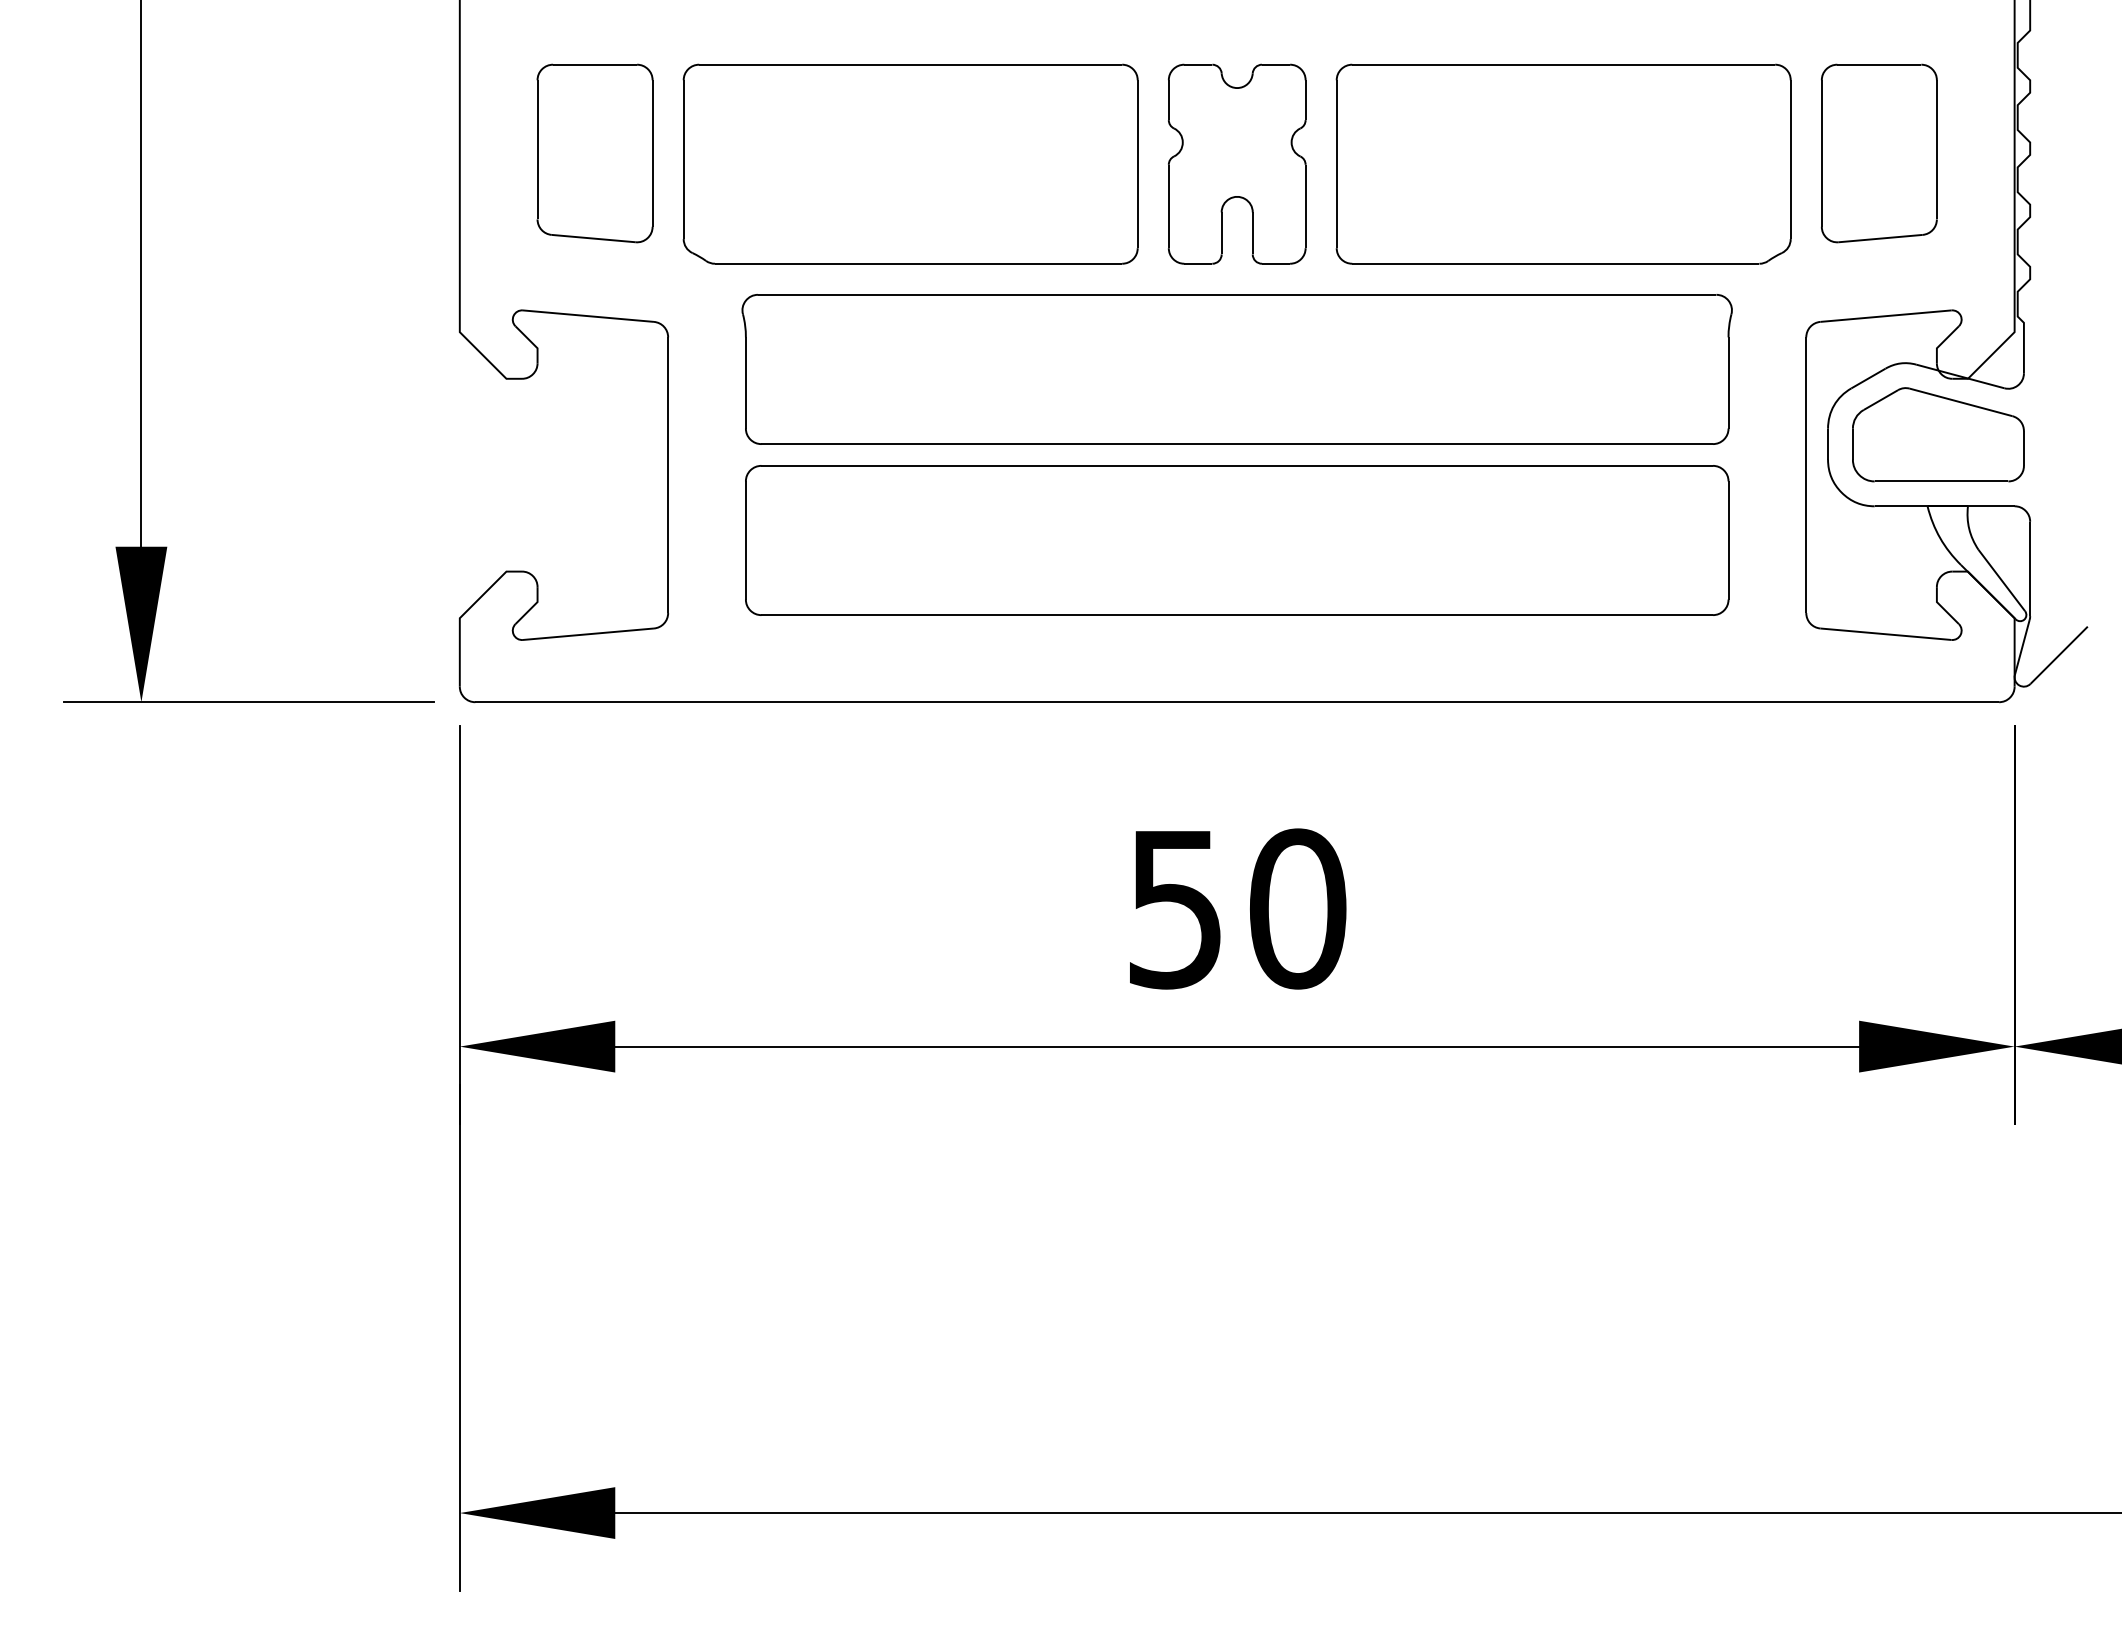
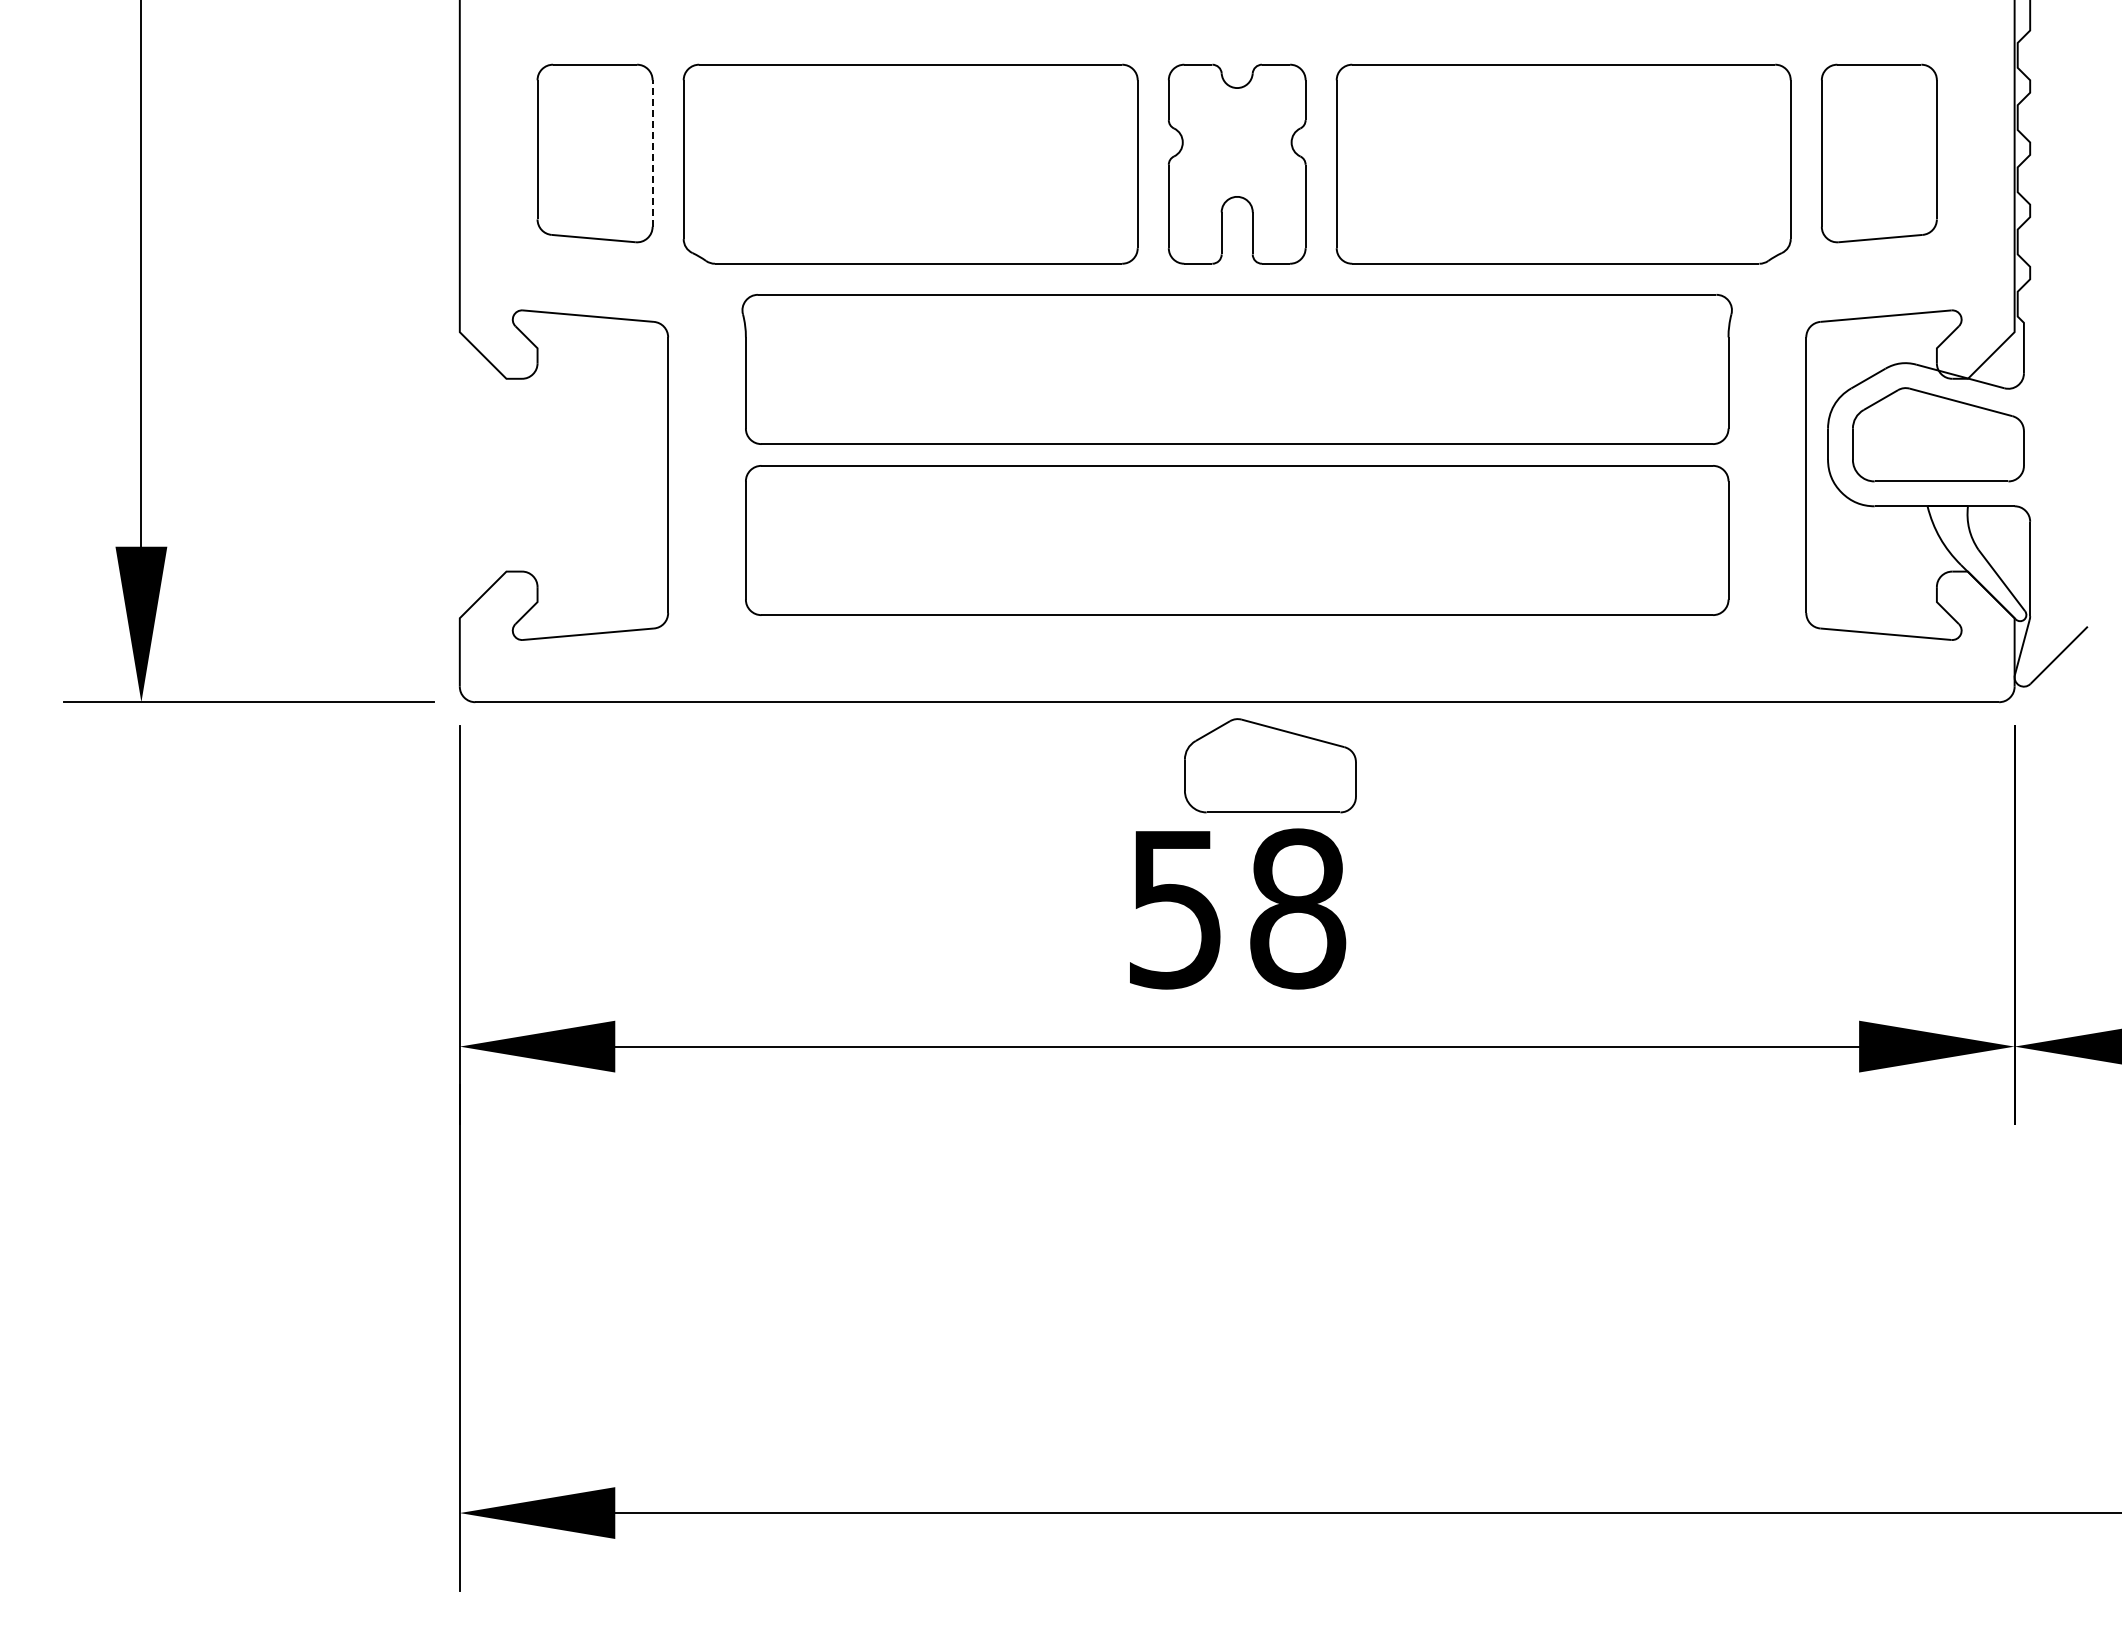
line at (652, 153): solid -> dashed
part at (1270, 765): none -> present
text at (1298, 908): 50 -> 58
